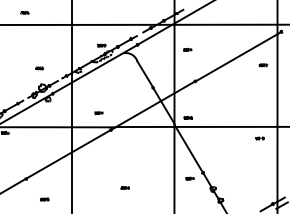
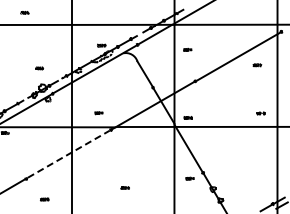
part at (263, 65) position: (263, 65) -> (257, 65)
part at (259, 138) position: (259, 138) -> (260, 113)
line at (69, 153): solid -> dashed
